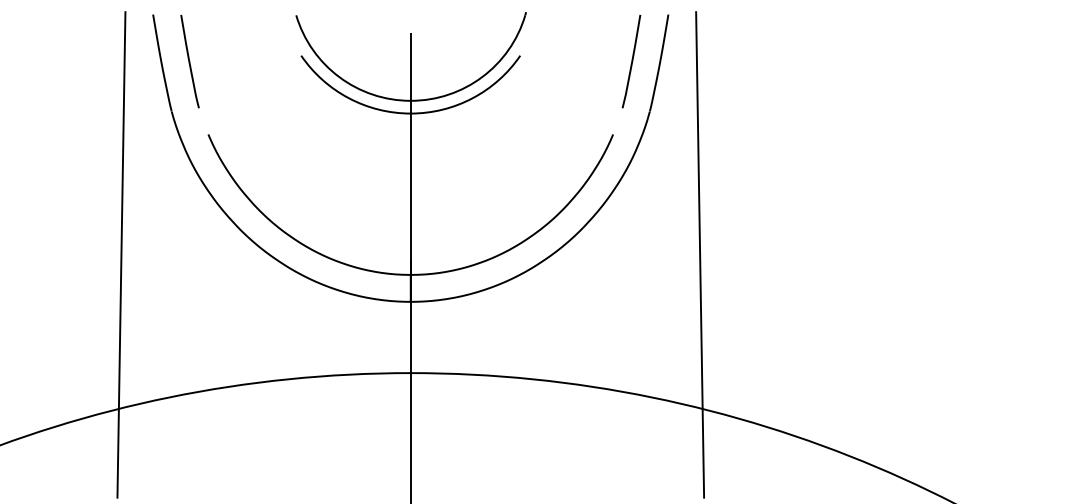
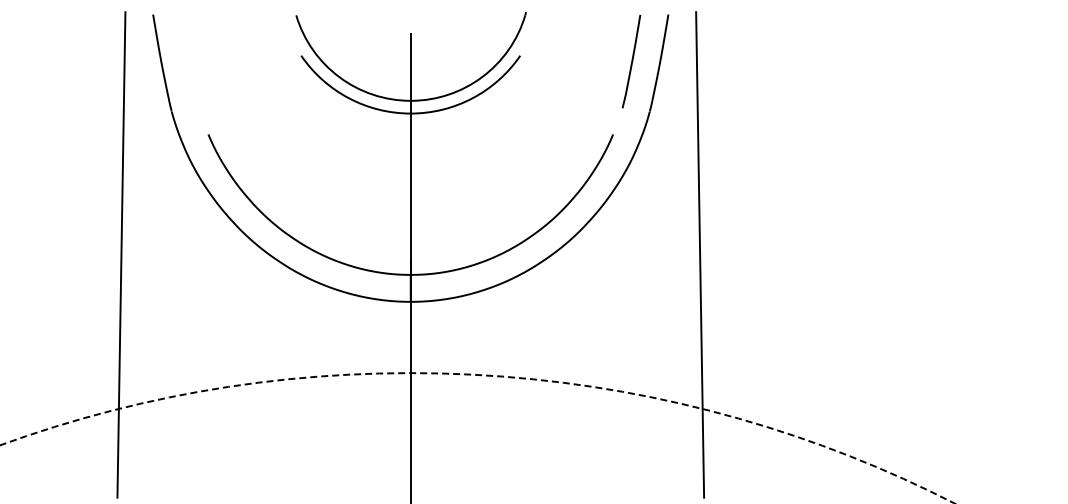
line at (189, 61): present -> none
circle at (477, 438): solid -> dashed
